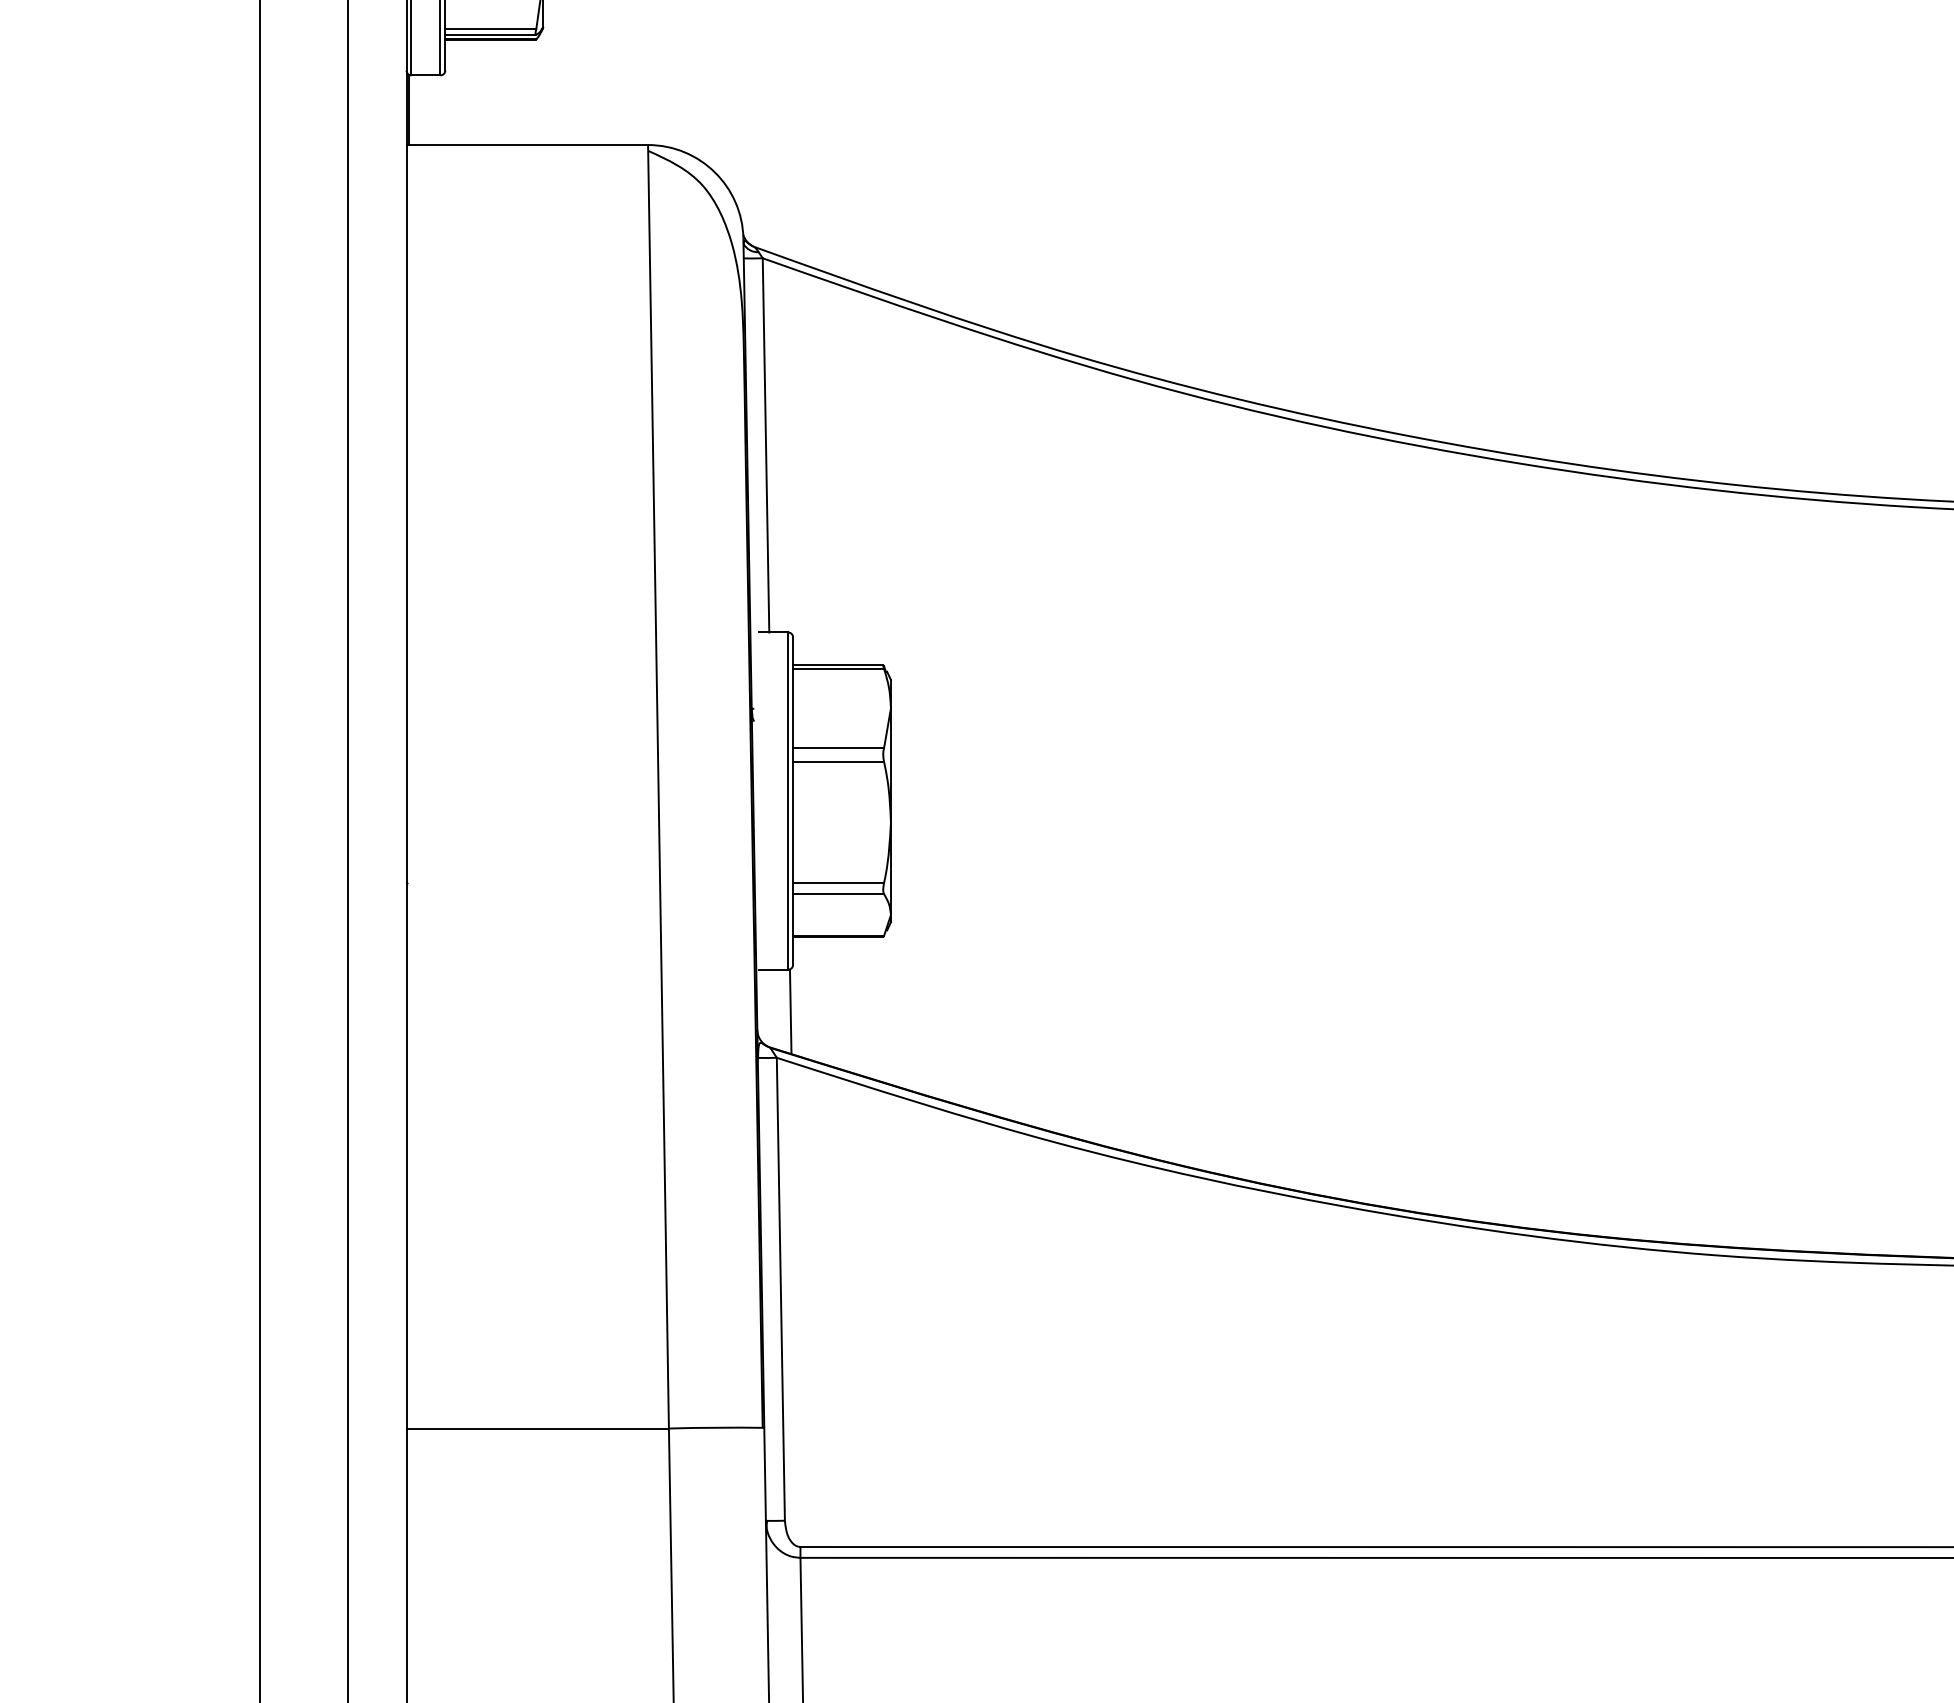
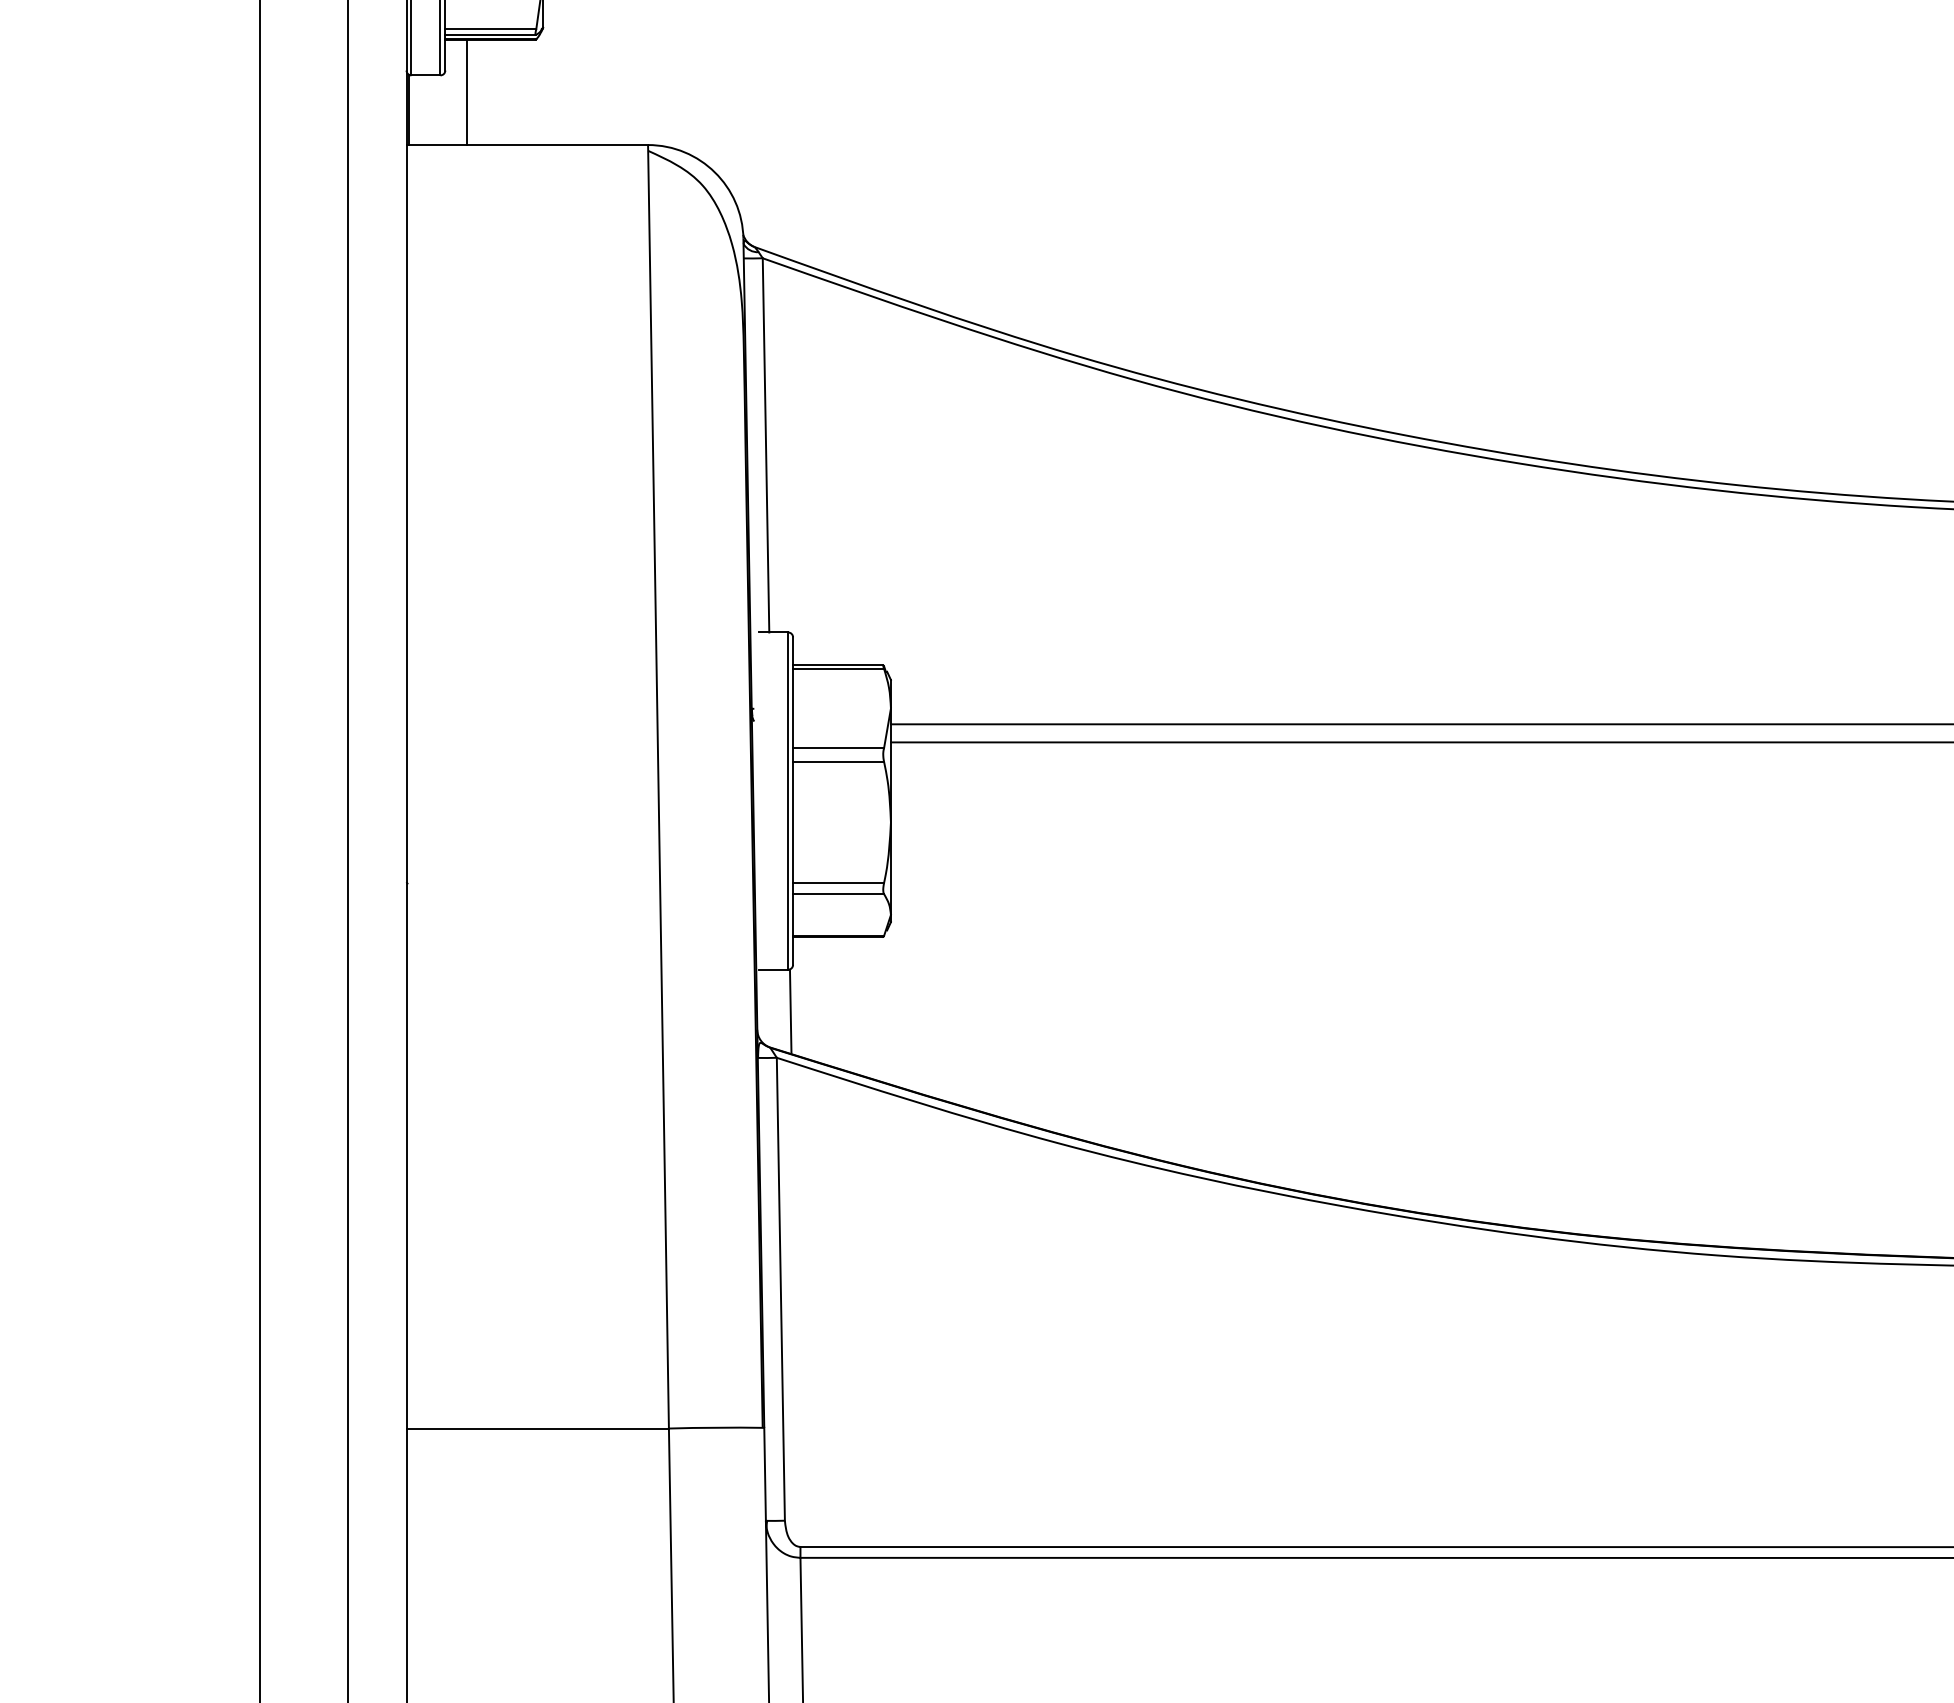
line at (467, 92): none -> present
line at (1420, 724): none -> present
line at (1420, 742): none -> present
